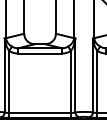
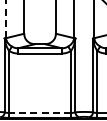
line at (6, 19): solid -> dashed
line at (40, 112): solid -> dashed
